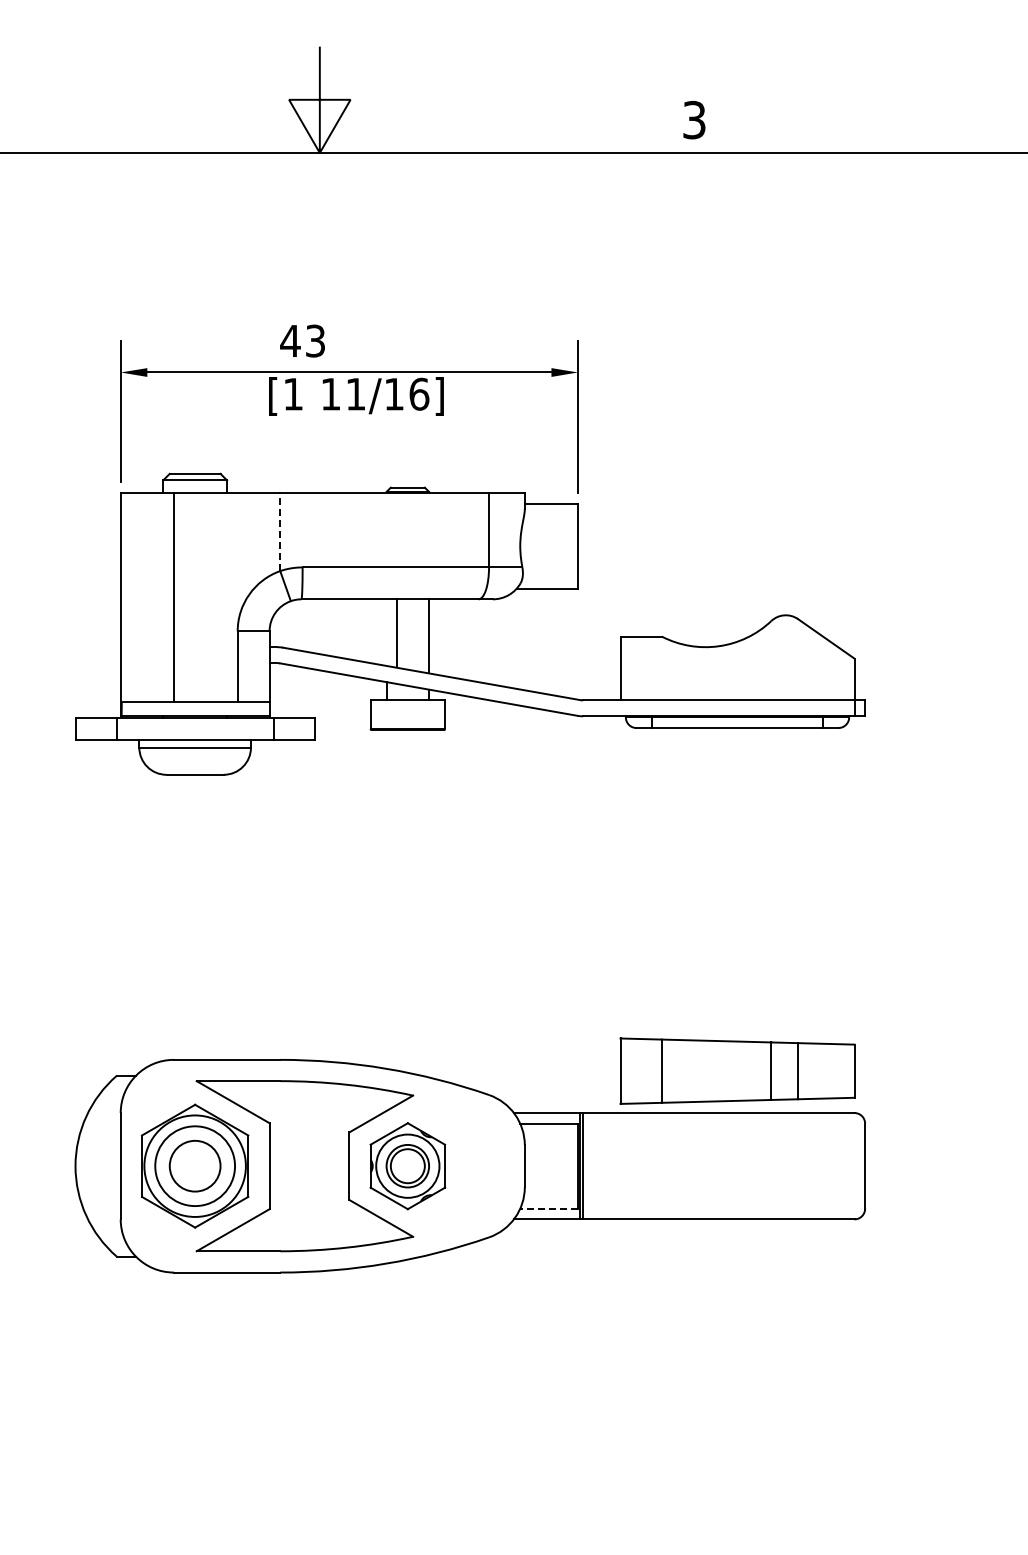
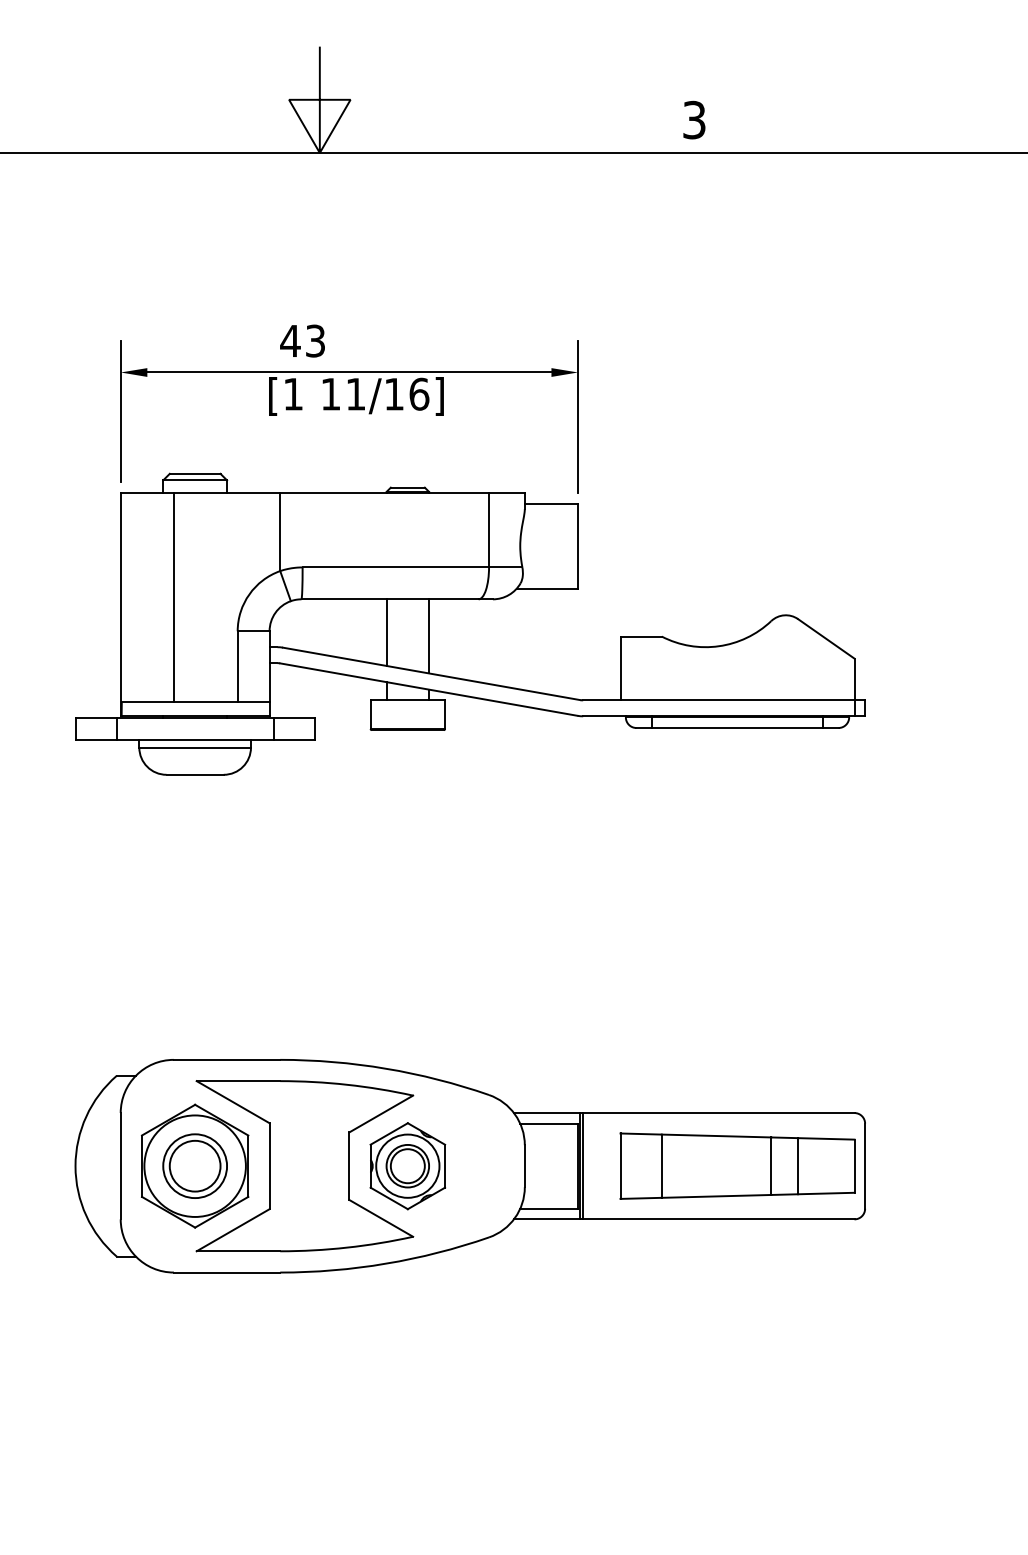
line at (280, 531): dashed -> solid
line at (396, 632) position: (396, 632) -> (386, 632)
part at (737, 1070) position: (737, 1070) -> (737, 1165)
circle at (195, 1166) diameter: 80 px -> 64 px
line at (549, 1208): dashed -> solid
